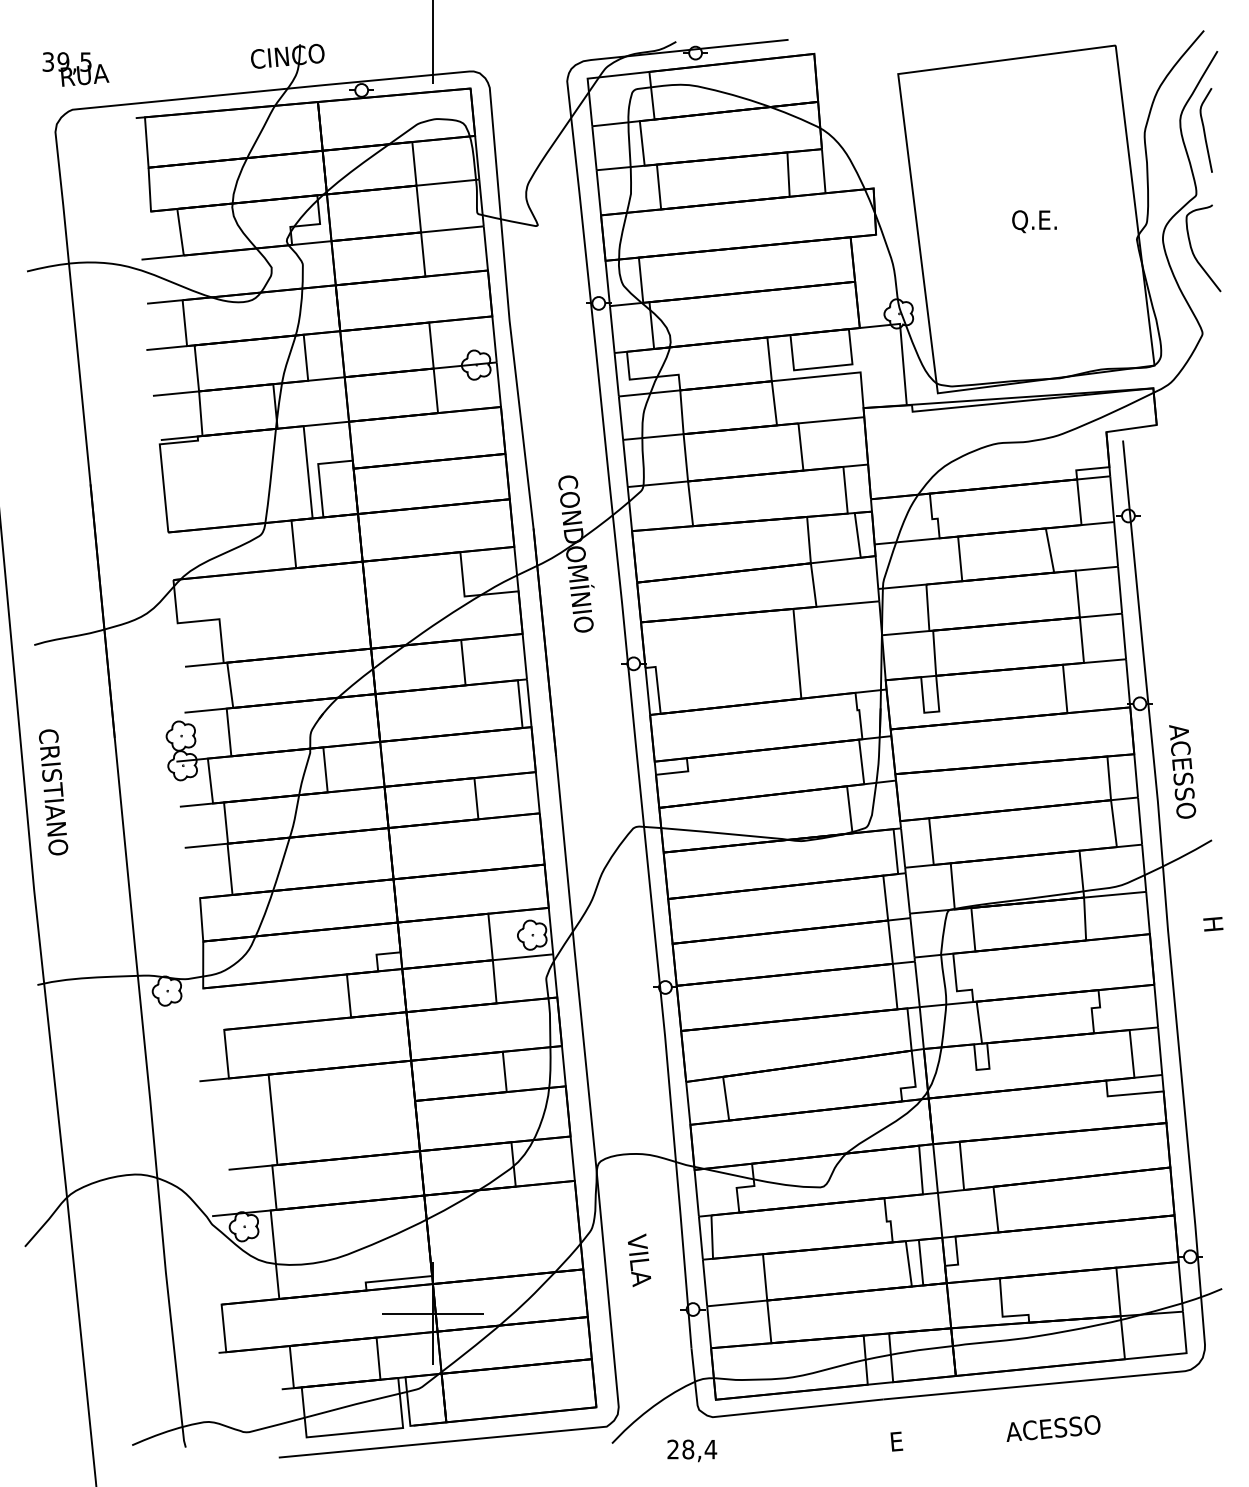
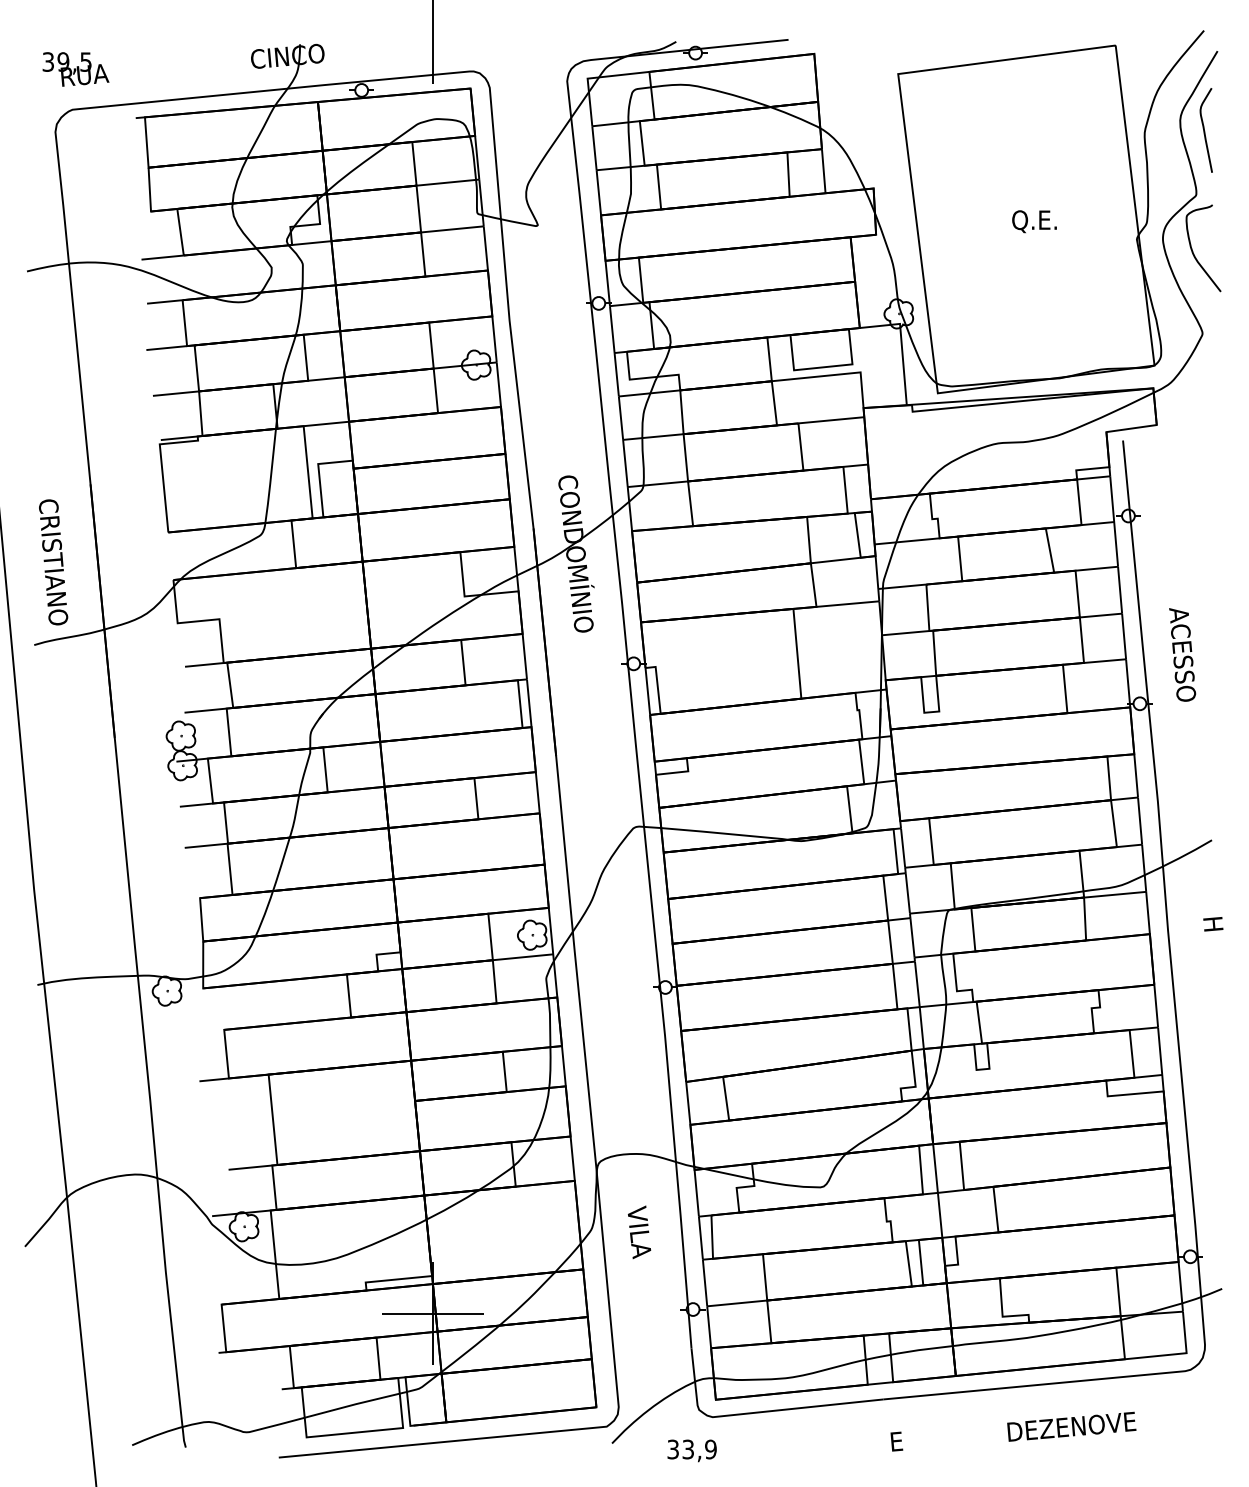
text at (1182, 771) position: (1182, 771) -> (1182, 654)
text at (53, 792) position: (53, 792) -> (53, 562)
text at (639, 1260) position: (639, 1260) -> (639, 1232)
text at (1071, 1426): ACESSO -> DEZENOVE
text at (692, 1449): 28,4 -> 33,9
